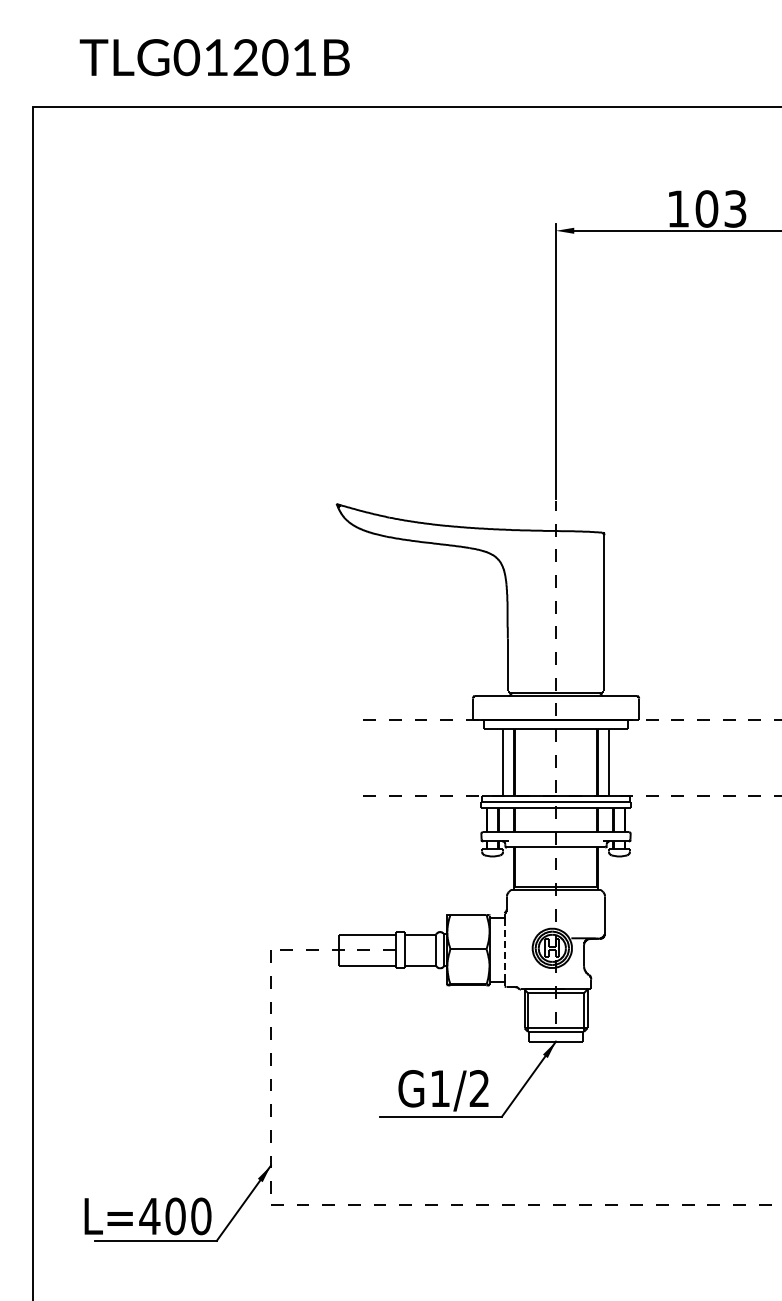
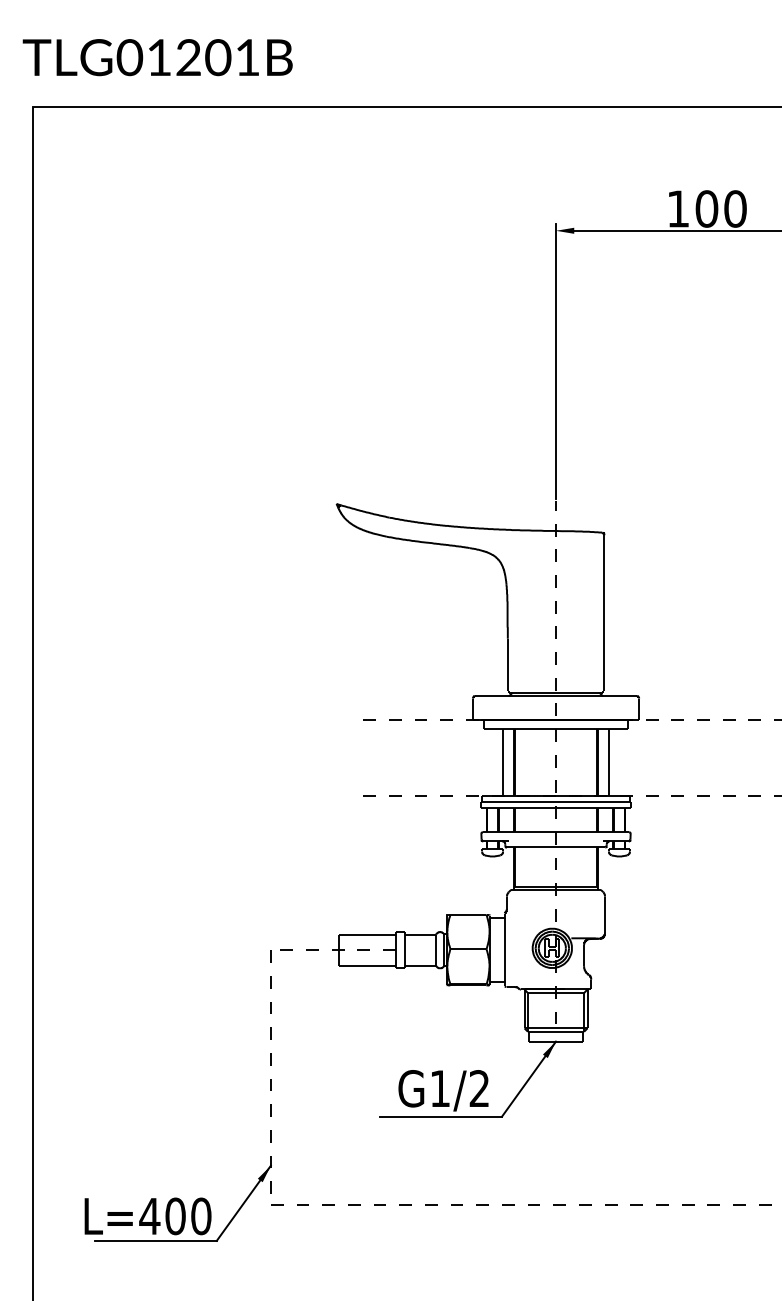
text at (214, 57) position: (214, 57) -> (157, 57)
text at (735, 208): 103 -> 100
line at (504, 950): dashed -> solid
